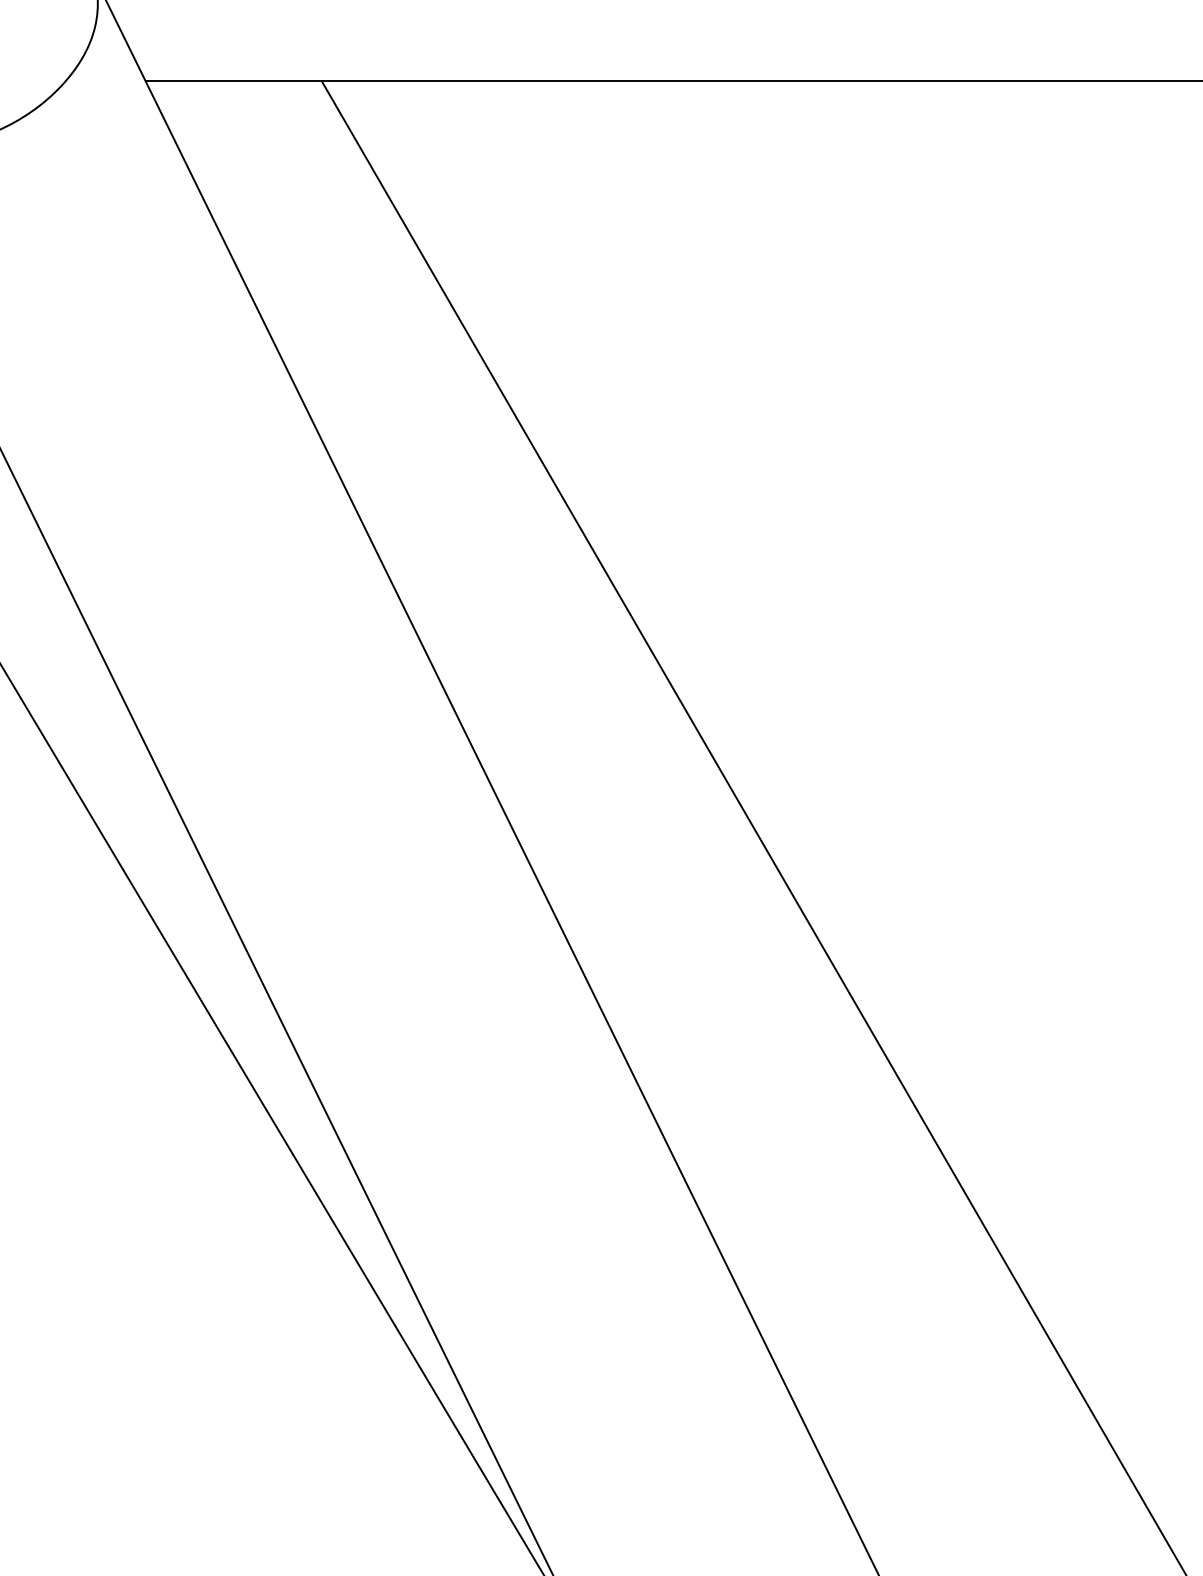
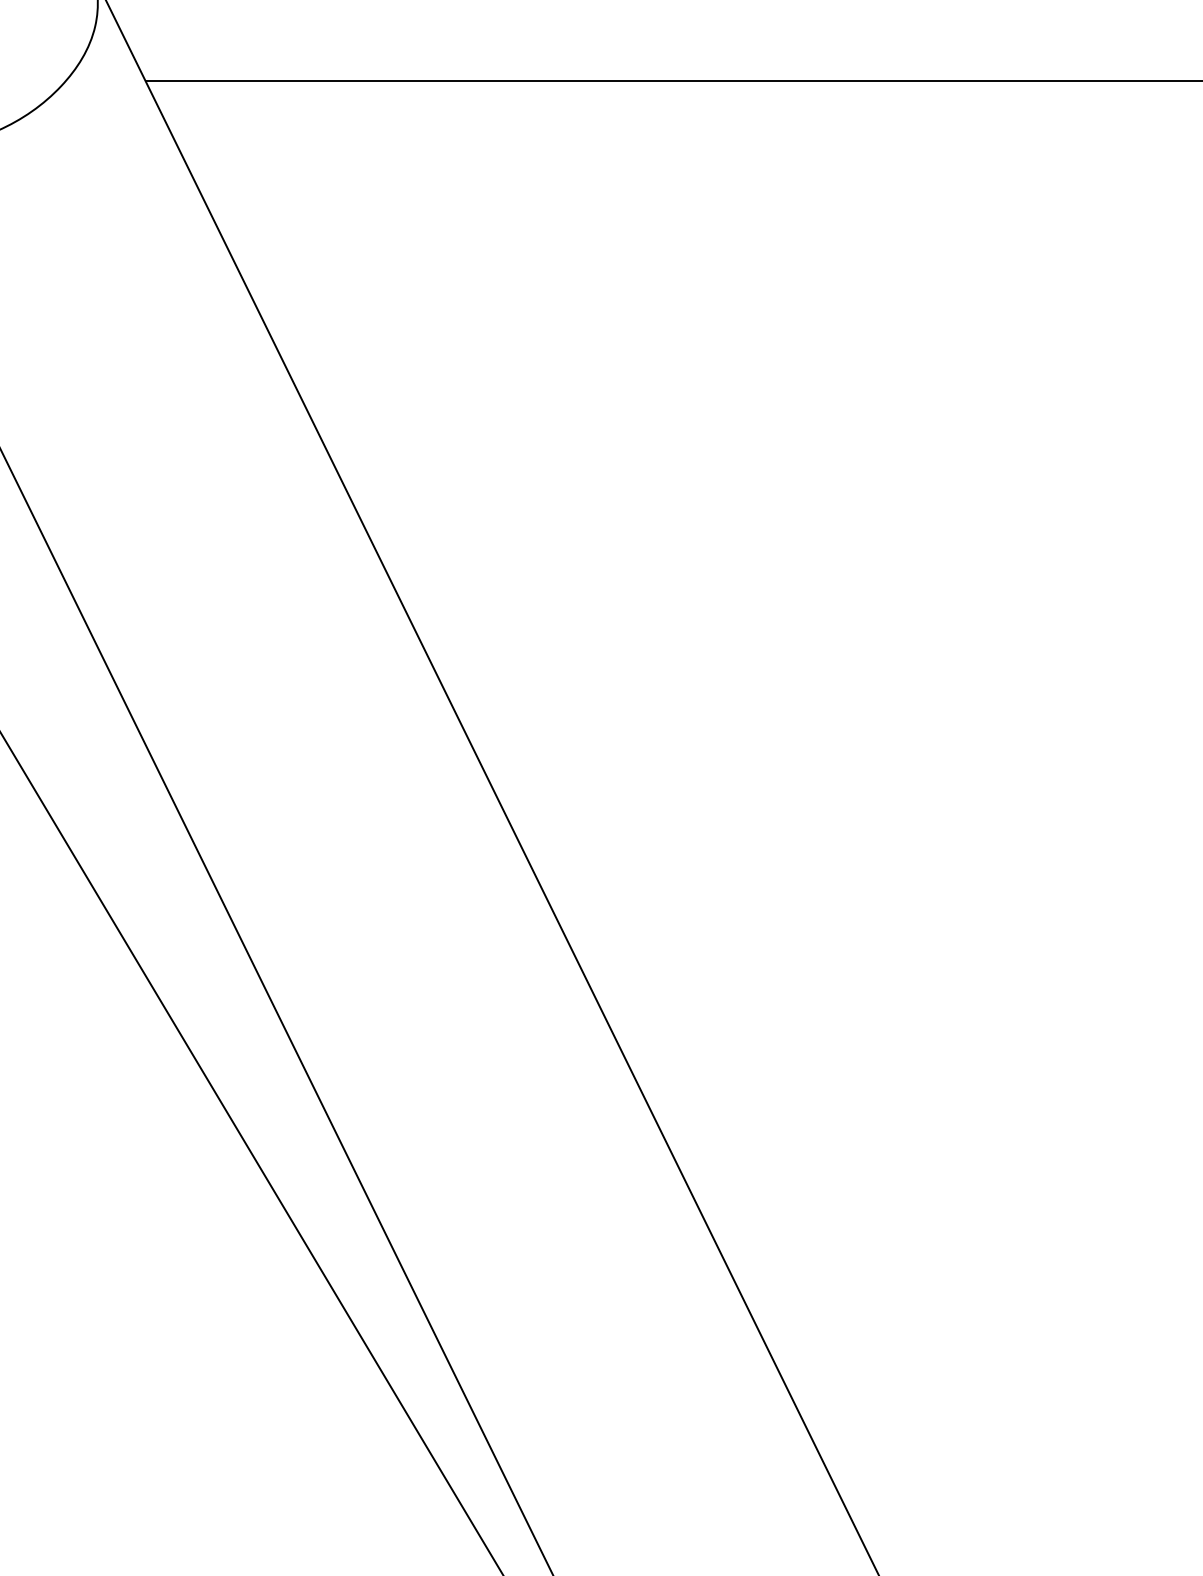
line at (752, 826): present -> none
line at (272, 1119) position: (272, 1119) -> (251, 1153)
